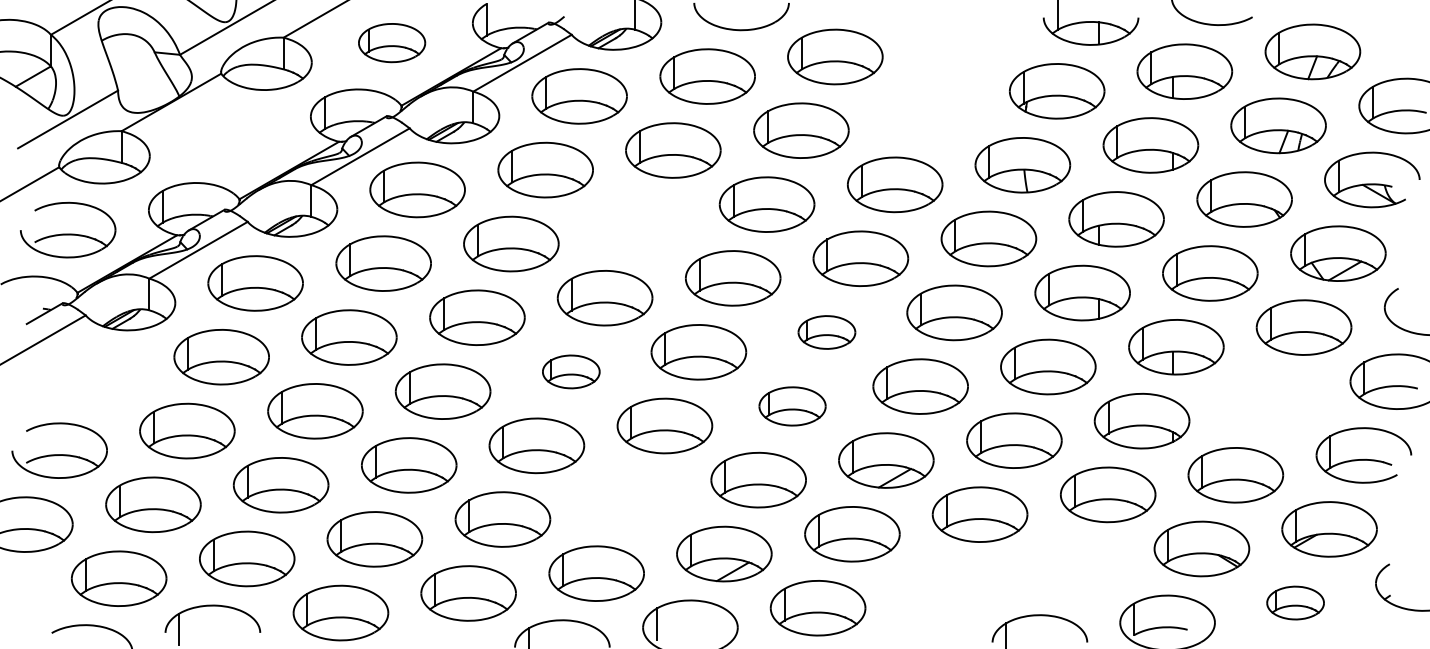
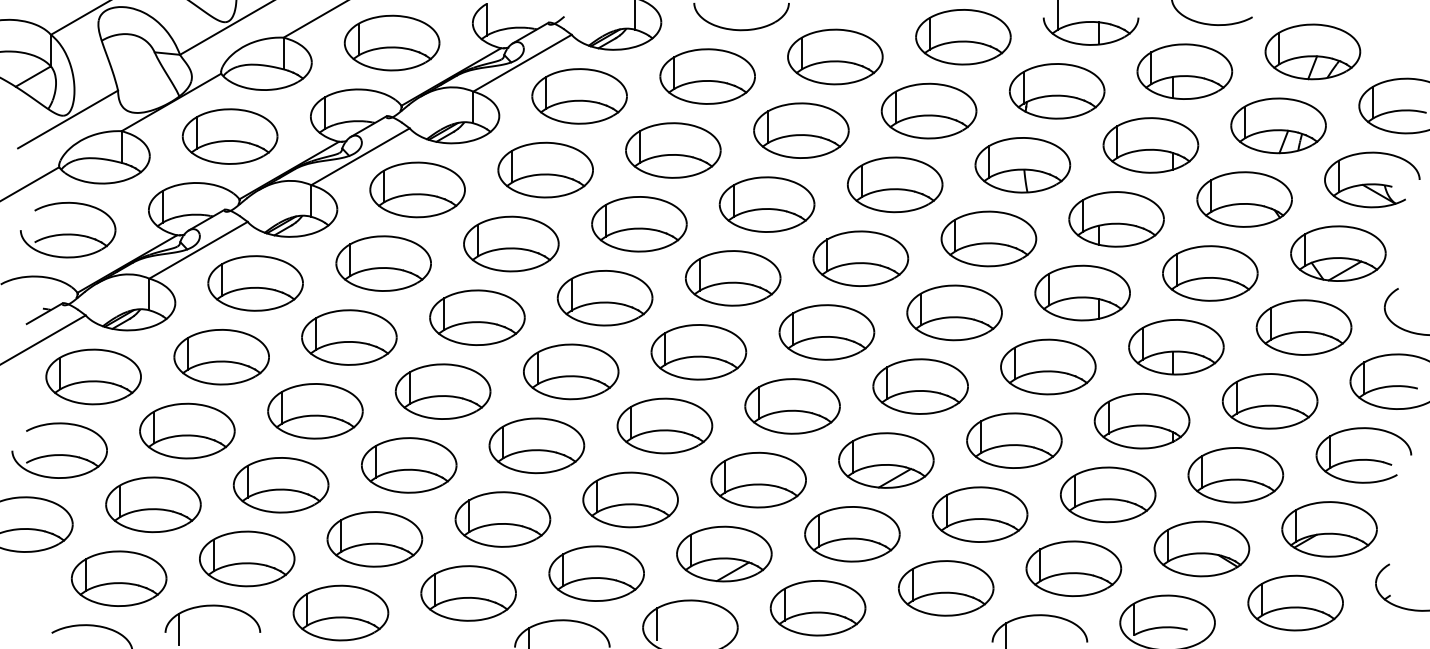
part at (963, 37): none -> present
part at (392, 43) size: 69x41 px -> 98x58 px
part at (928, 110): none -> present
part at (229, 136): none -> present
part at (639, 224): none -> present
part at (826, 332) size: 60x35 px -> 98x57 px
part at (571, 371) size: 59x36 px -> 97x58 px
part at (93, 376): none -> present
part at (1269, 401): none -> present
part at (792, 406) size: 69x41 px -> 97x57 px
part at (630, 499): none -> present
part at (1073, 568): none -> present
part at (946, 588): none -> present
part at (1295, 602) size: 59x36 px -> 97x58 px
